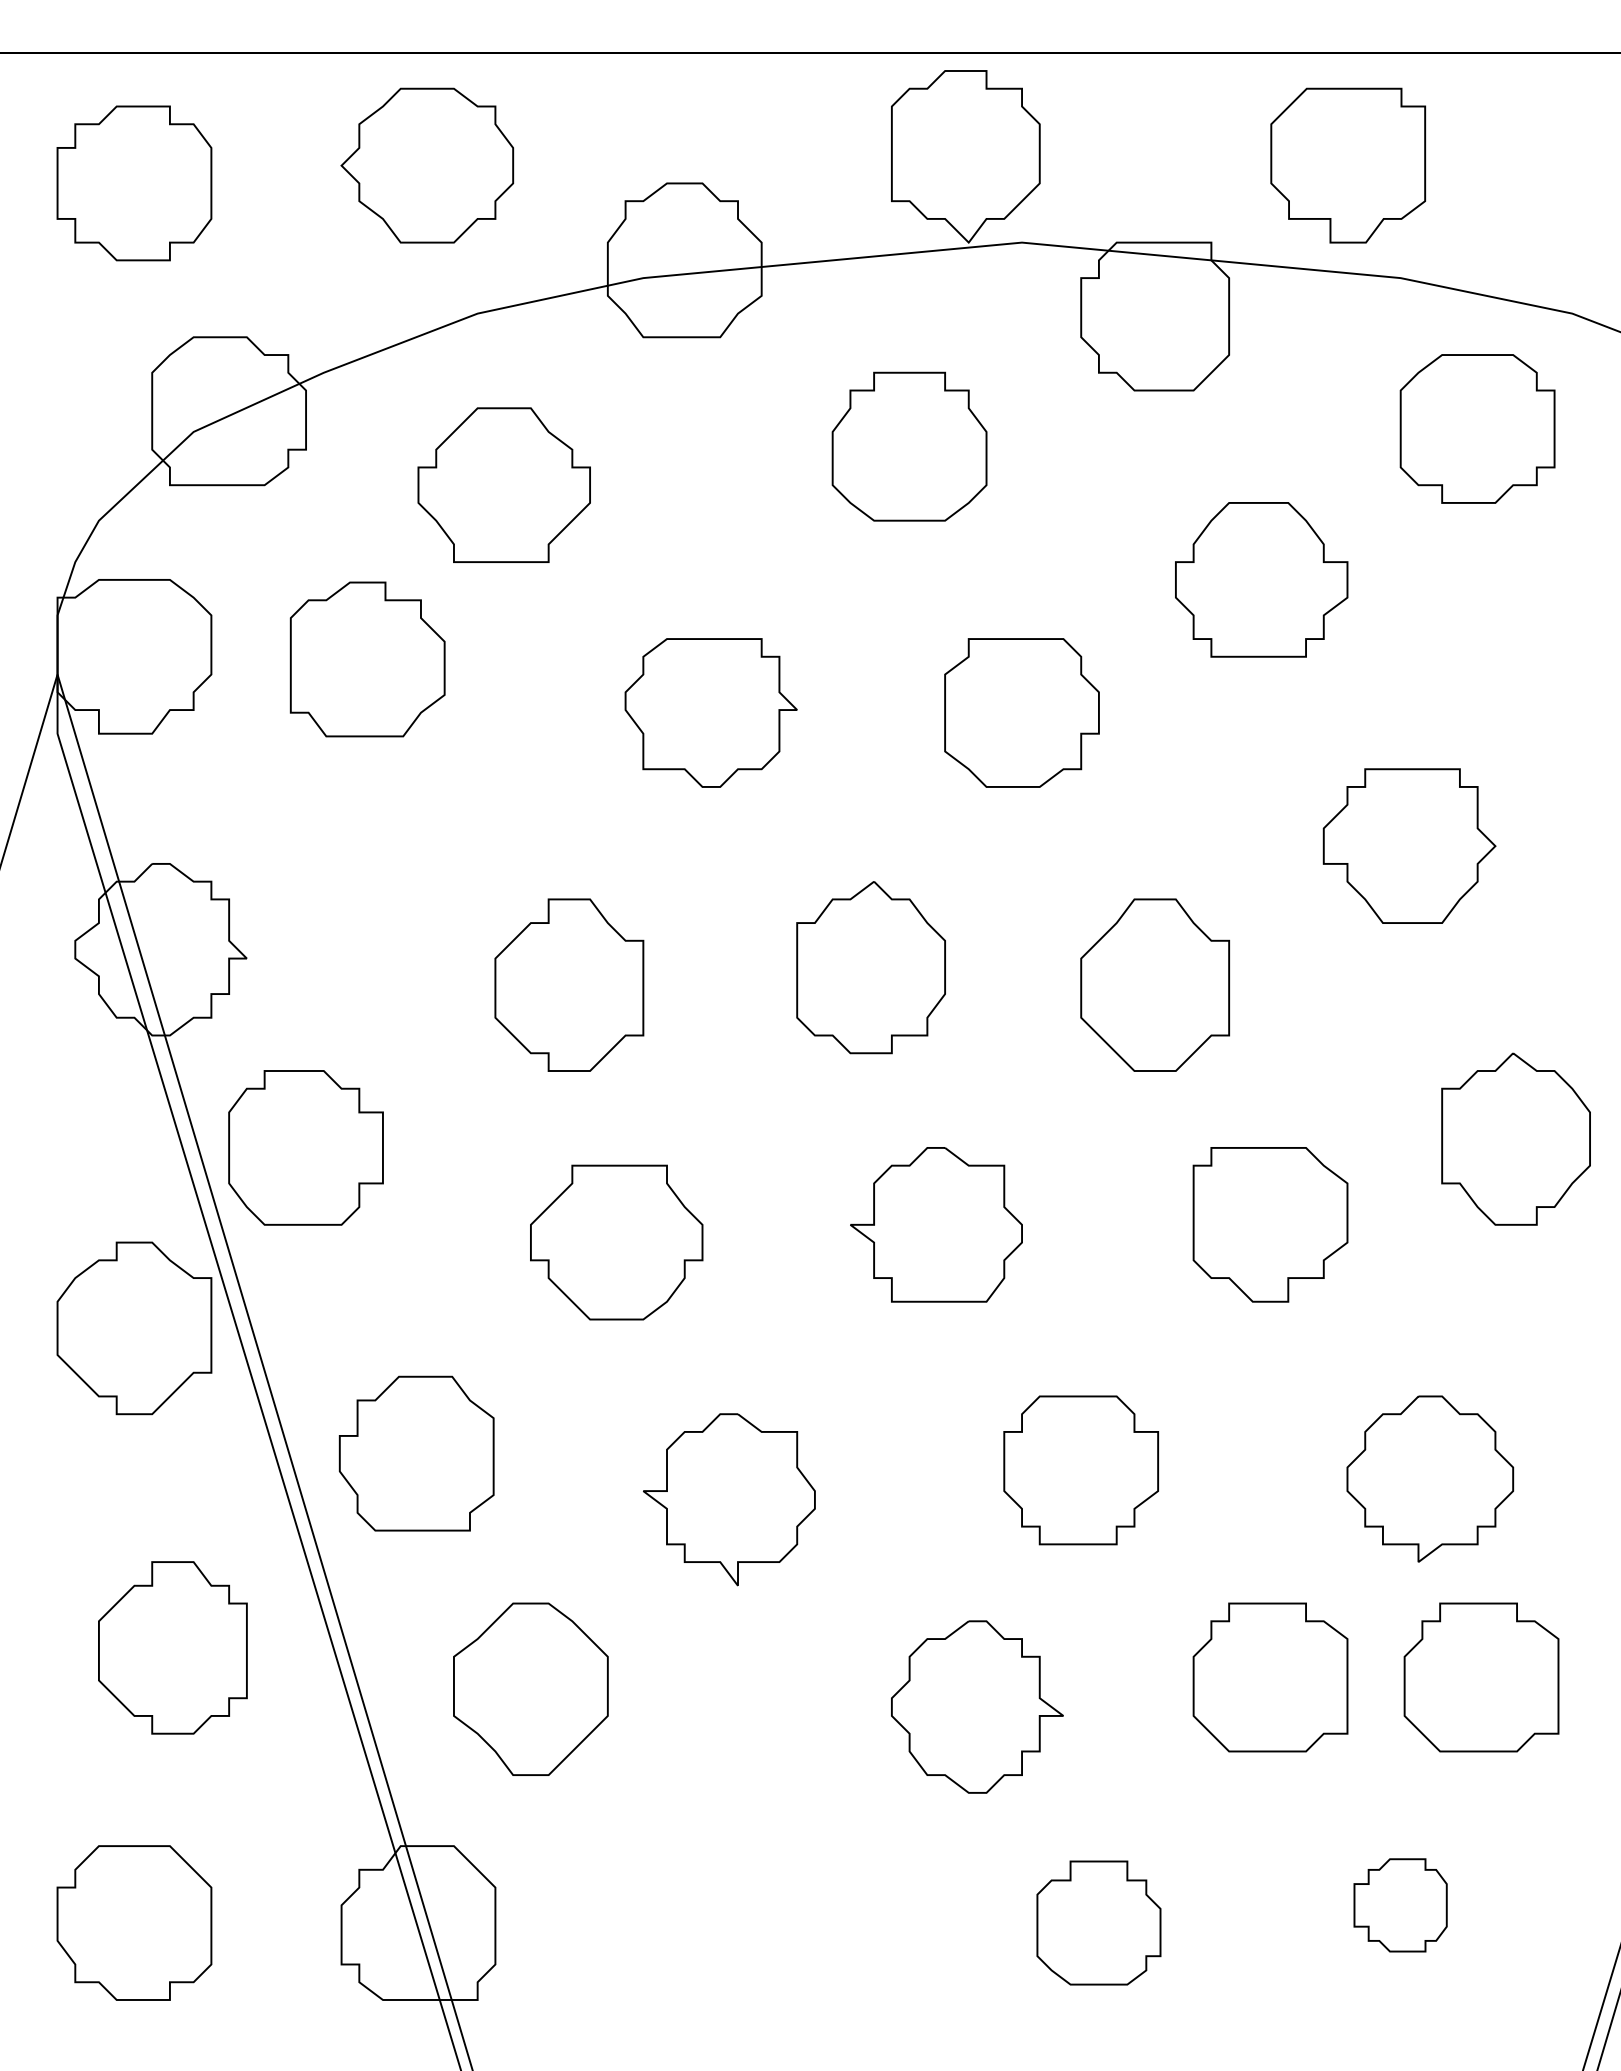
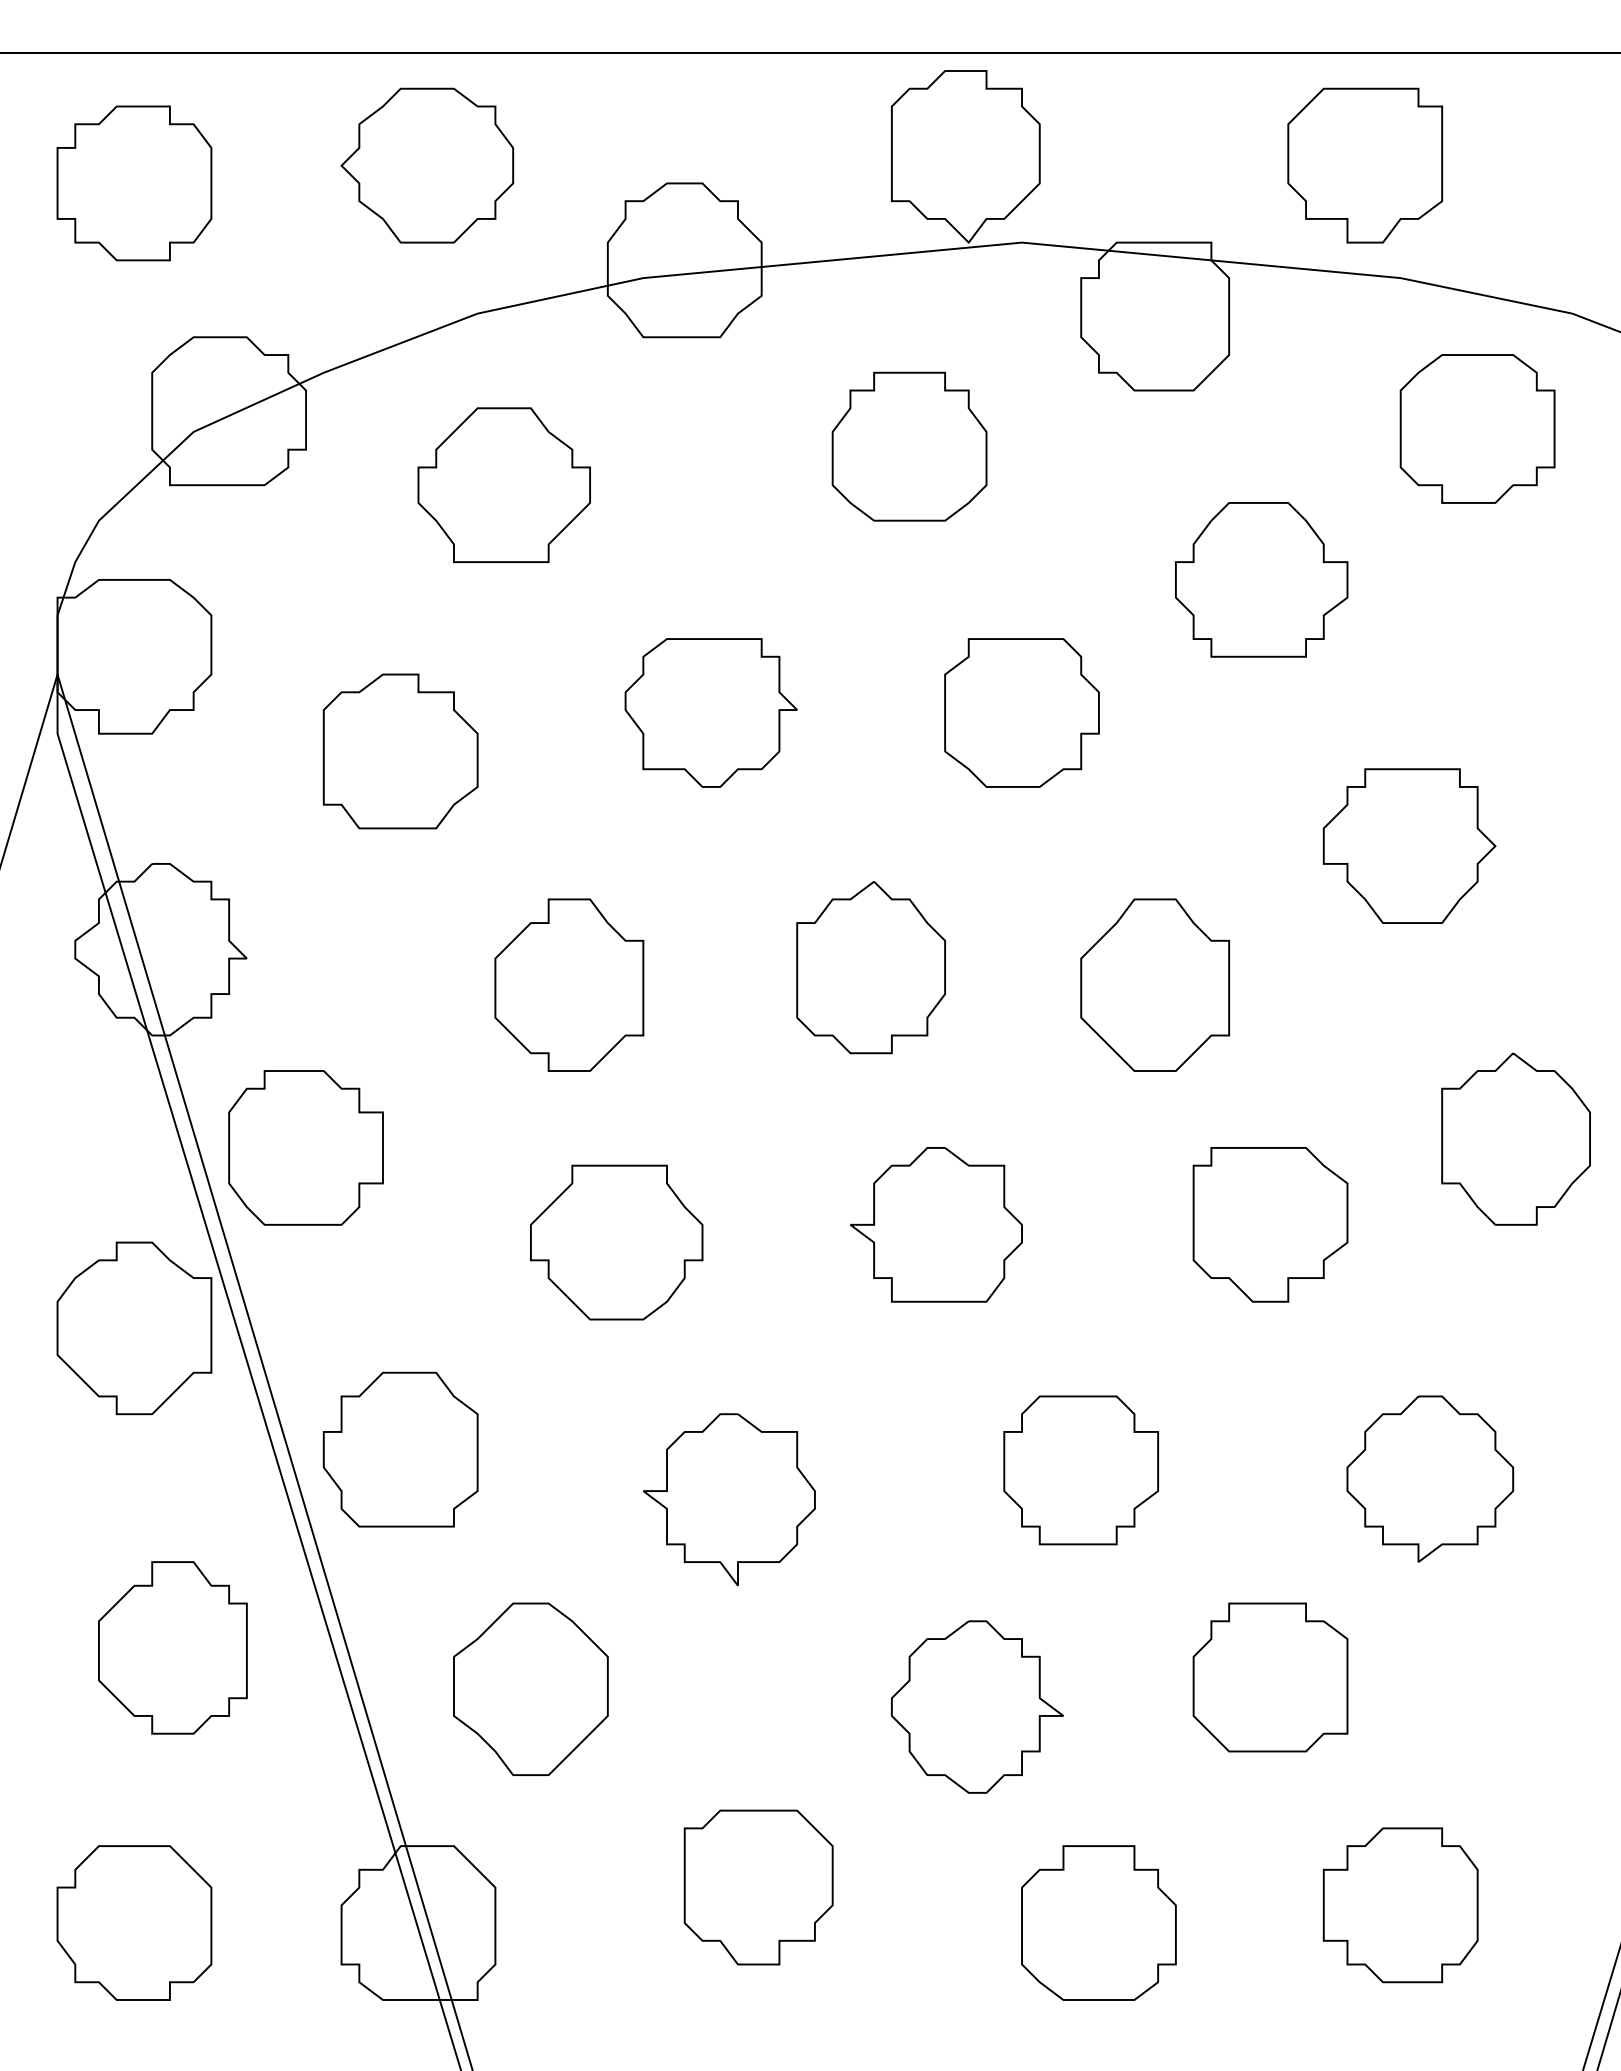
part at (1348, 165) position: (1348, 165) -> (1365, 165)
part at (367, 659) position: (367, 659) -> (400, 751)
part at (416, 1453) position: (416, 1453) -> (400, 1449)
part at (1481, 1677): present -> none
part at (758, 1887): none -> present
part at (1400, 1905) size: 95x95 px -> 157x157 px
part at (1098, 1922) size: 126x126 px -> 156x156 px
